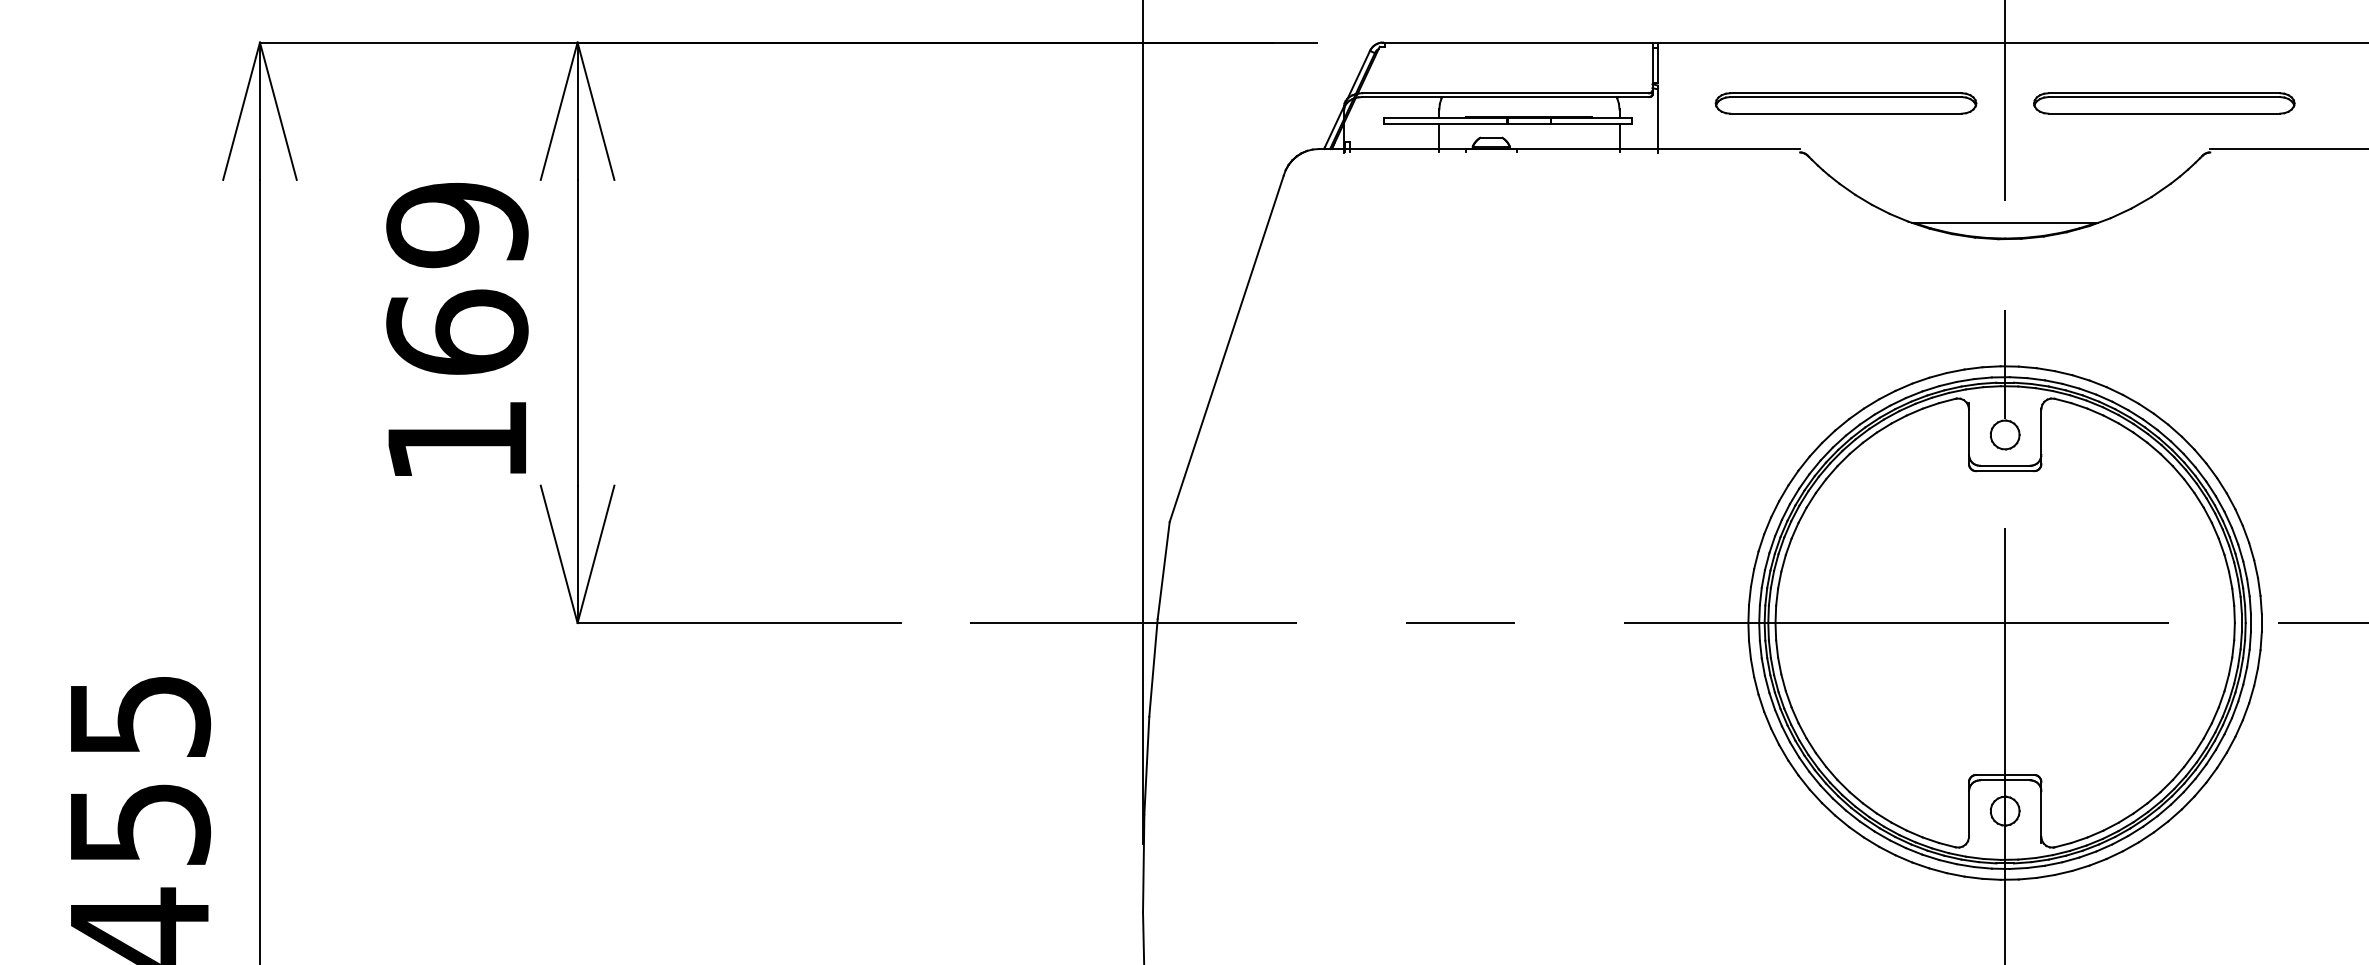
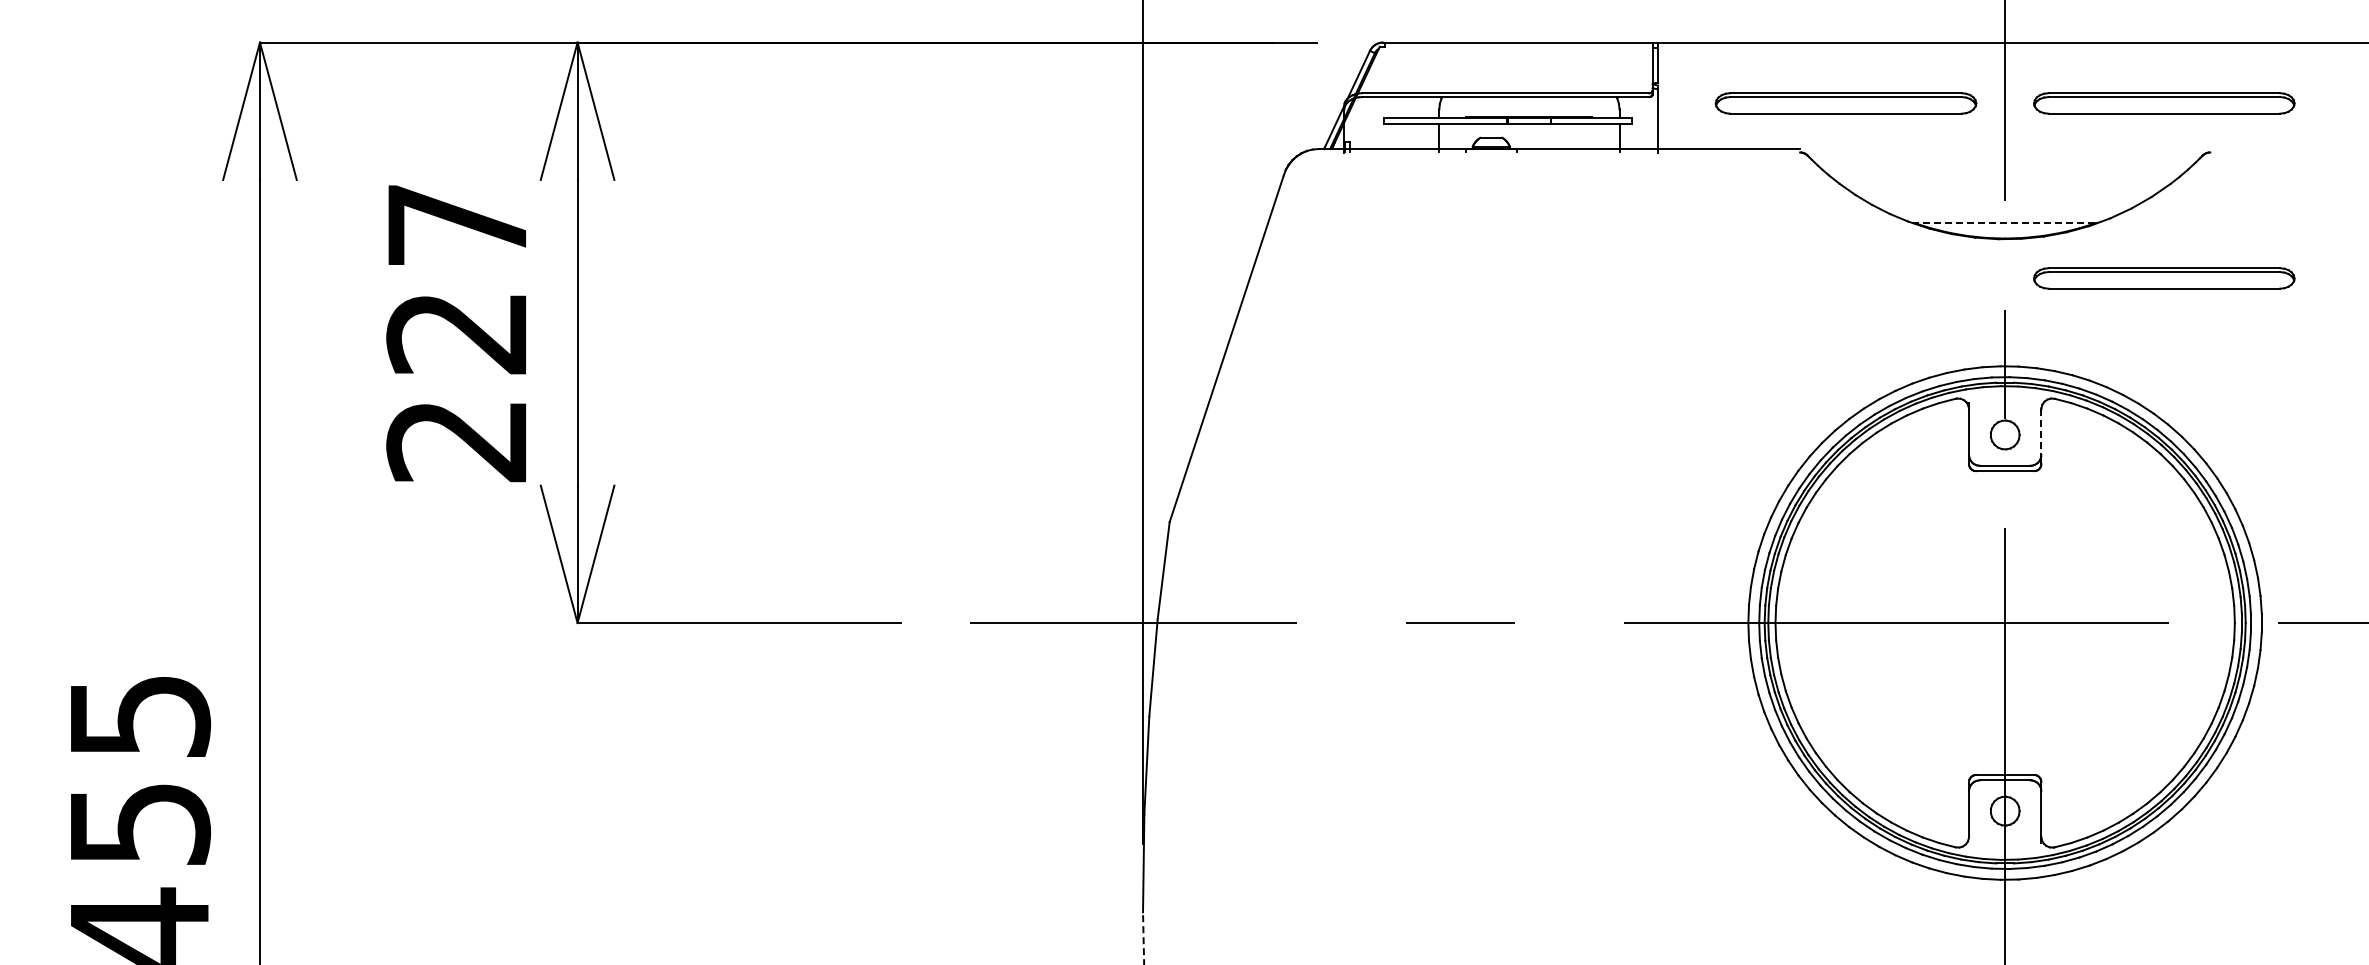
line at (2287, 149): present -> none
line at (2005, 223): solid -> dashed
part at (2164, 278): none -> present
text at (457, 332): 169 -> 227
line at (2041, 432): solid -> dashed
line at (1143, 938): solid -> dashed
